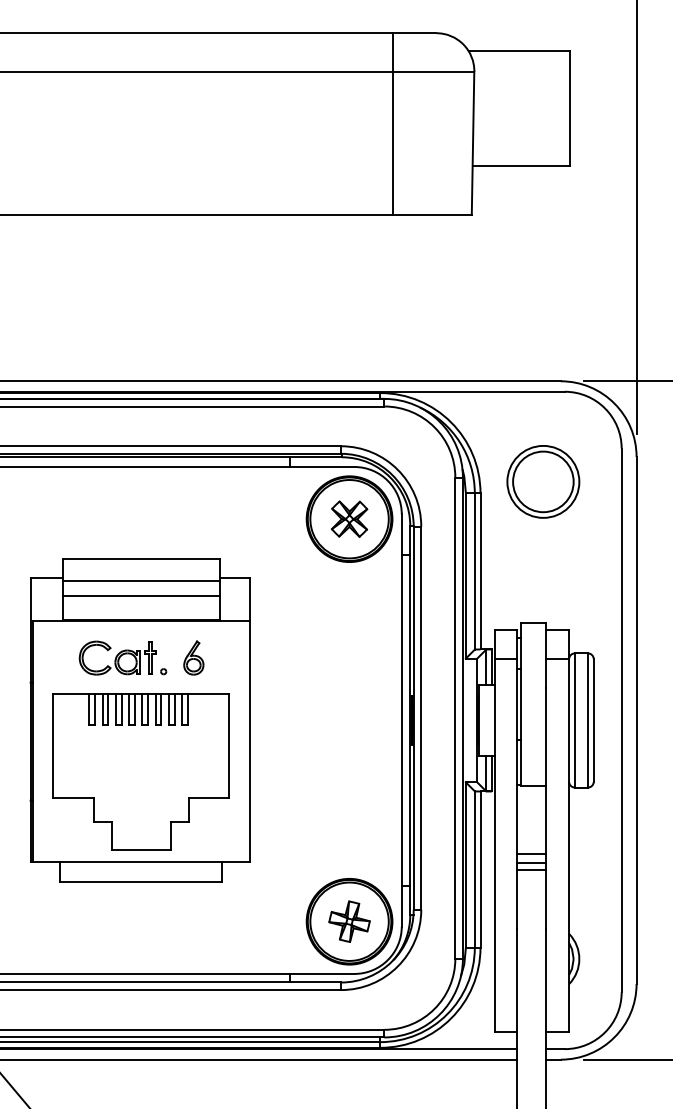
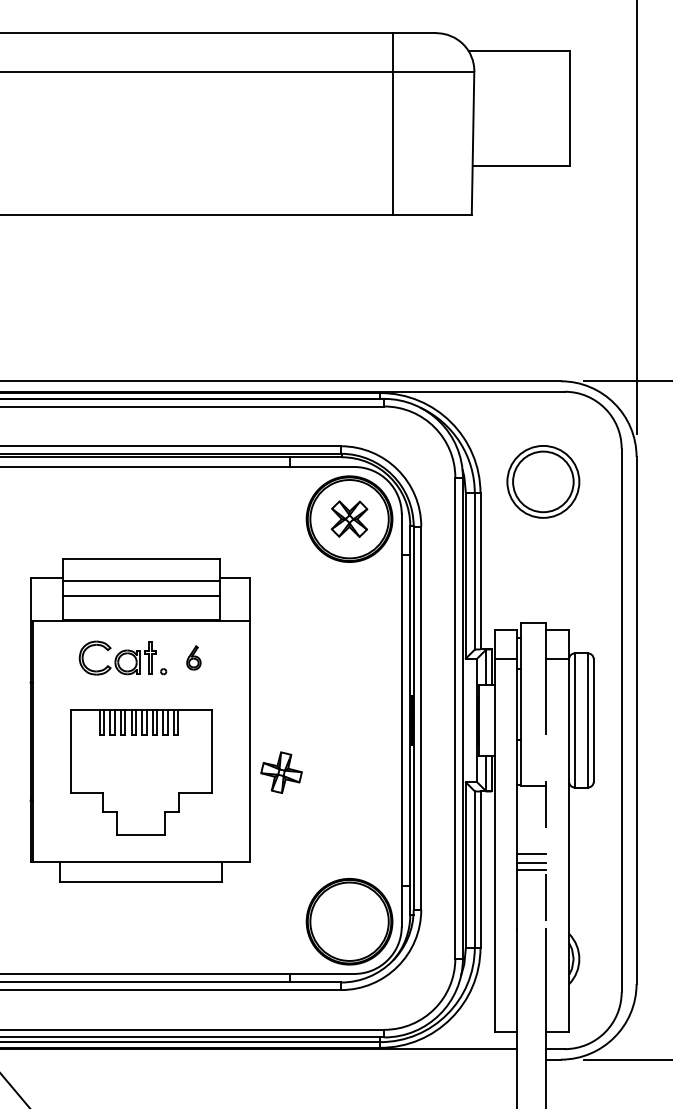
part at (193, 657) size: 22x36 px -> 16x26 px
part at (140, 771) size: 178x158 px -> 143x127 px
line at (546, 808): solid -> dashed
part at (349, 921) position: (349, 921) -> (281, 772)
line at (259, 1059): present -> none
